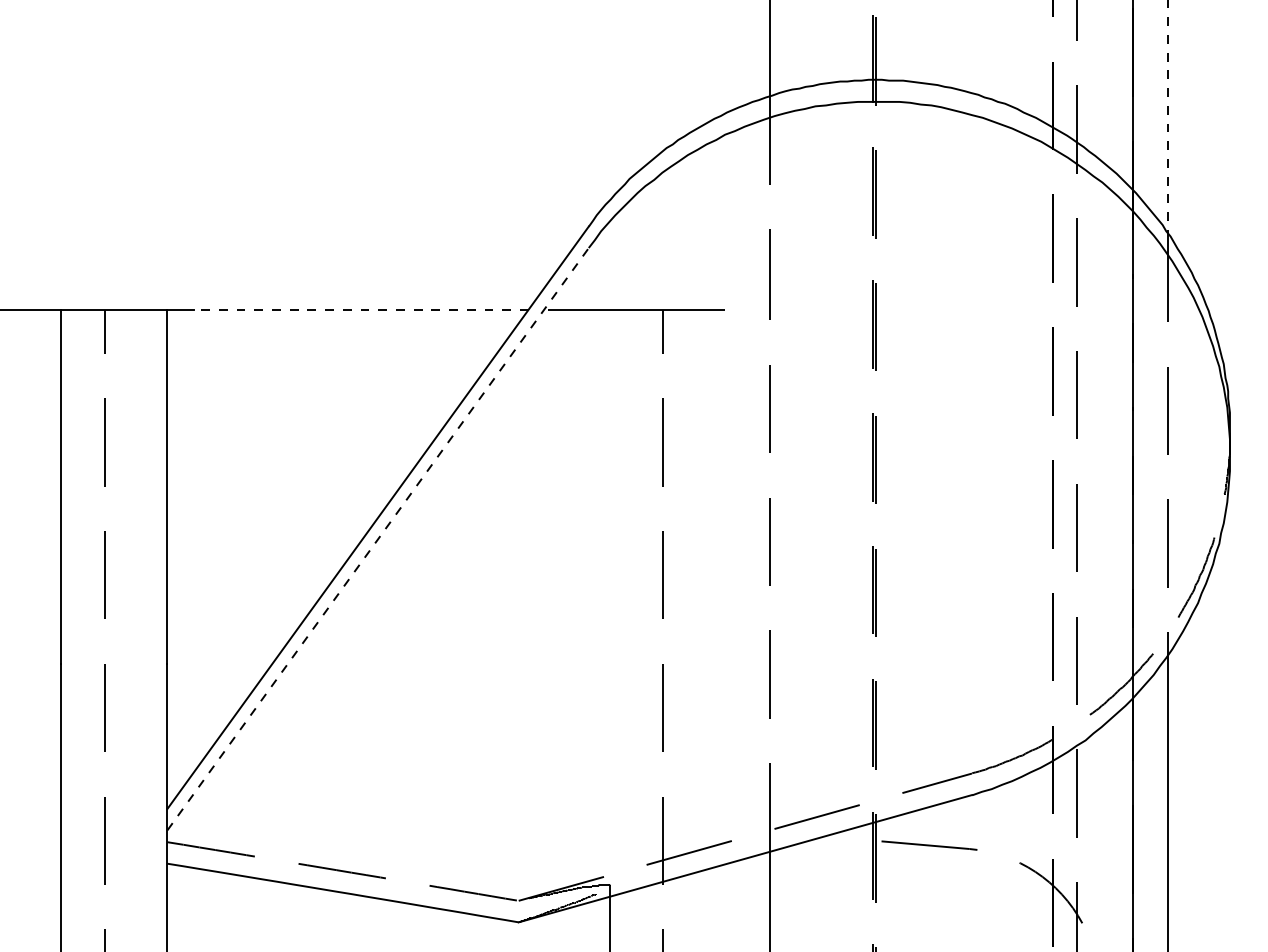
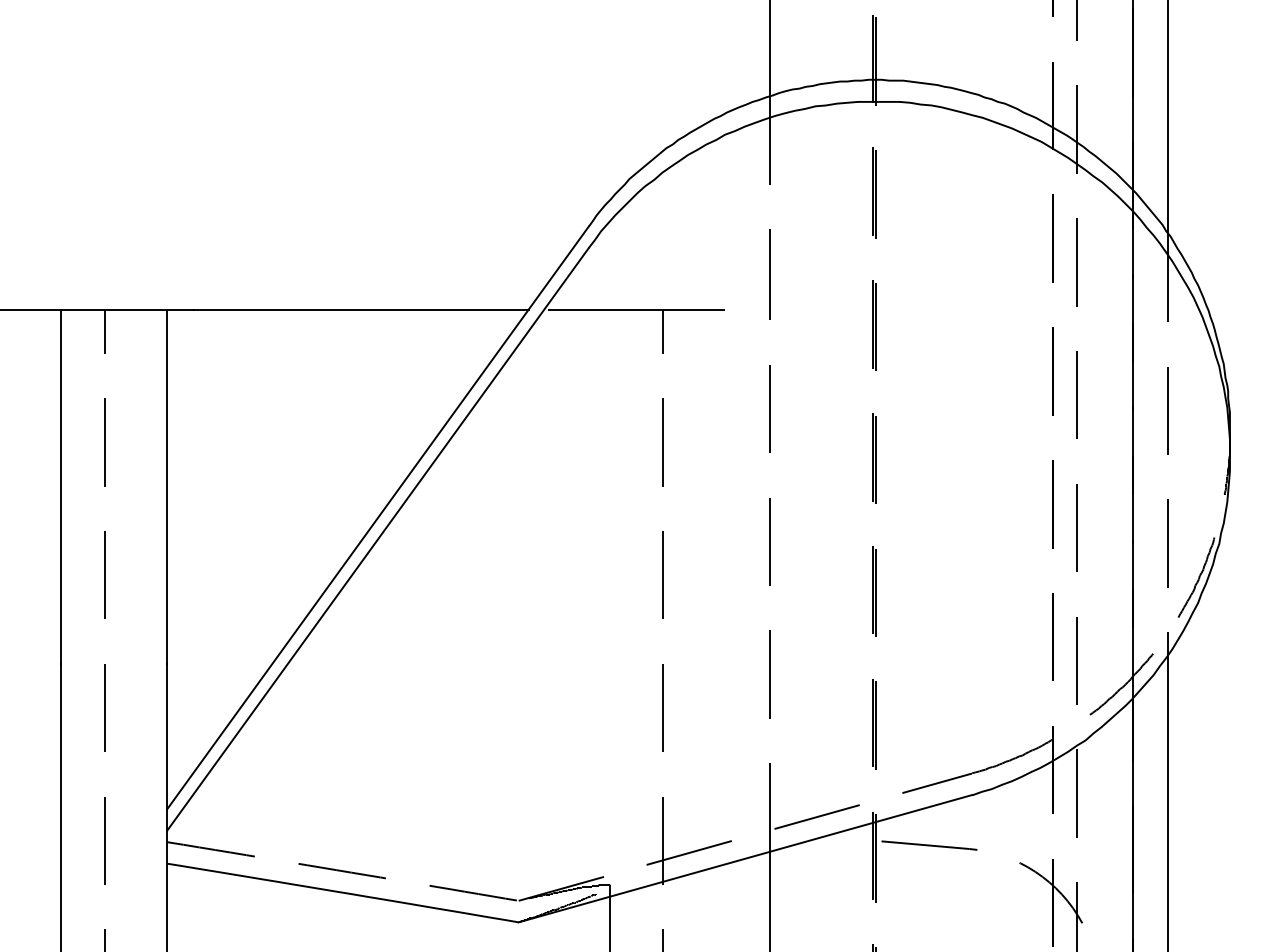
line at (1168, 117): dashed -> solid
line at (360, 309): dashed -> solid
line at (378, 538): dashed -> solid
